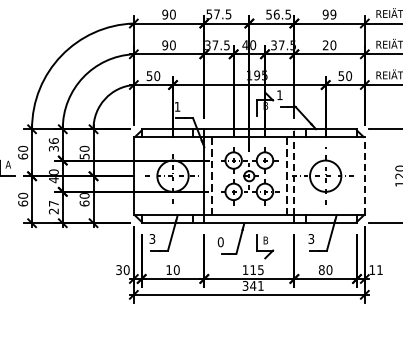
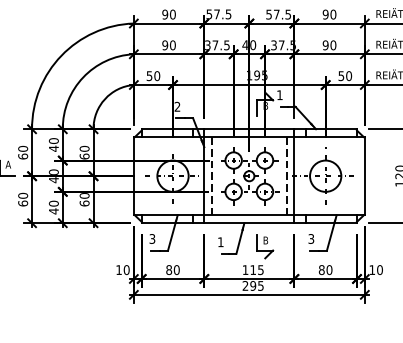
text at (276, 14): 56.5 -> 57.5
text at (333, 14): 99 -> 90
text at (325, 45): 20 -> 90
text at (177, 106): 1 -> 2
text at (53, 144): 36 -> 40
text at (84, 156): 50 -> 60
line at (294, 171): dashed -> solid
line at (364, 175): dashed -> solid
text at (53, 207): 27 -> 40
text at (220, 242): 0 -> 1
text at (379, 269): 11 -> 10
text at (118, 270): 30 -> 10
text at (169, 270): 10 -> 80
text at (252, 285): 341 -> 295
